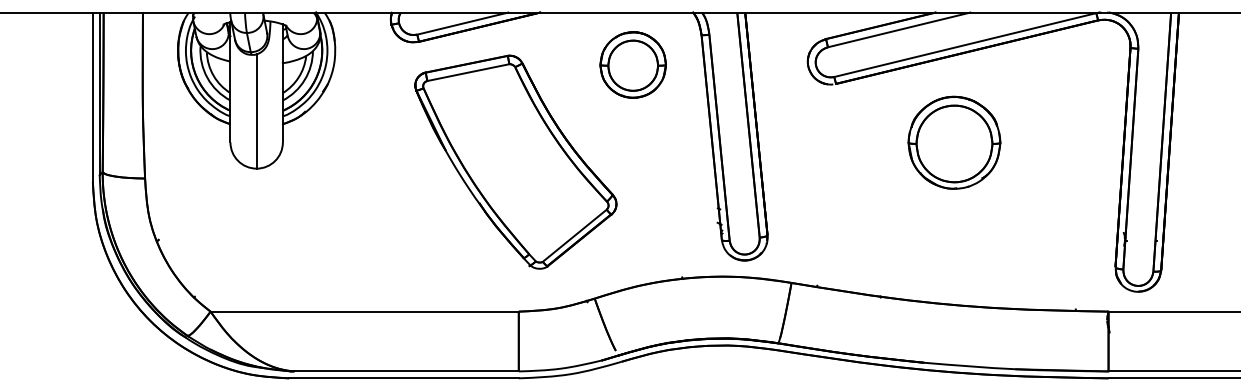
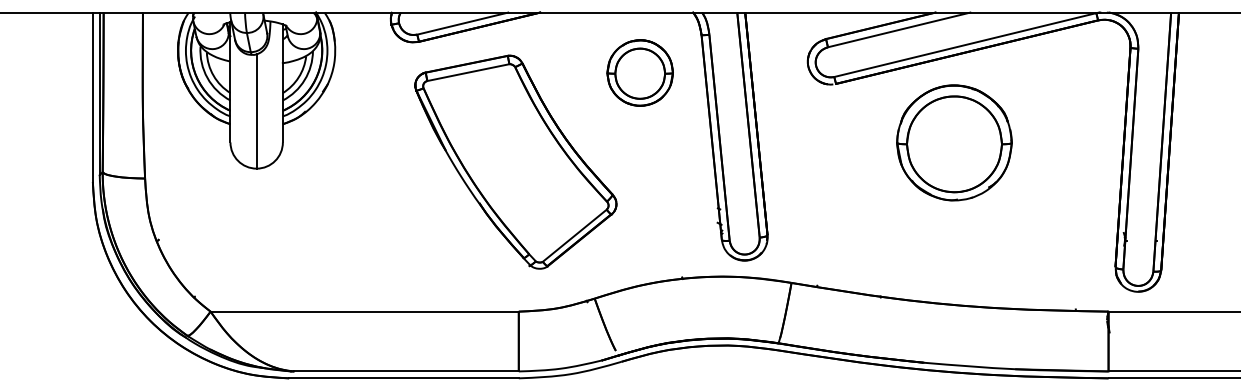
part at (632, 64) position: (632, 64) -> (639, 72)
part at (954, 142) size: 95x95 px -> 117x118 px
